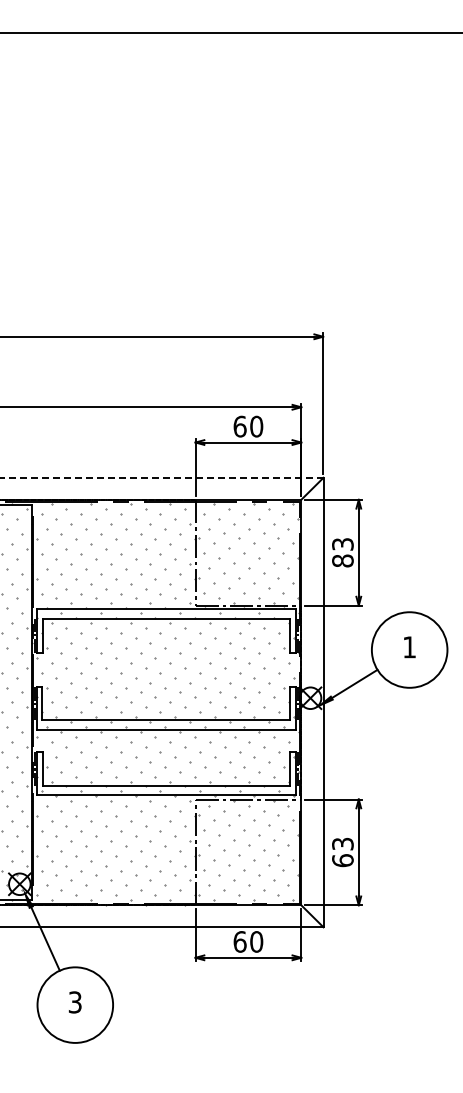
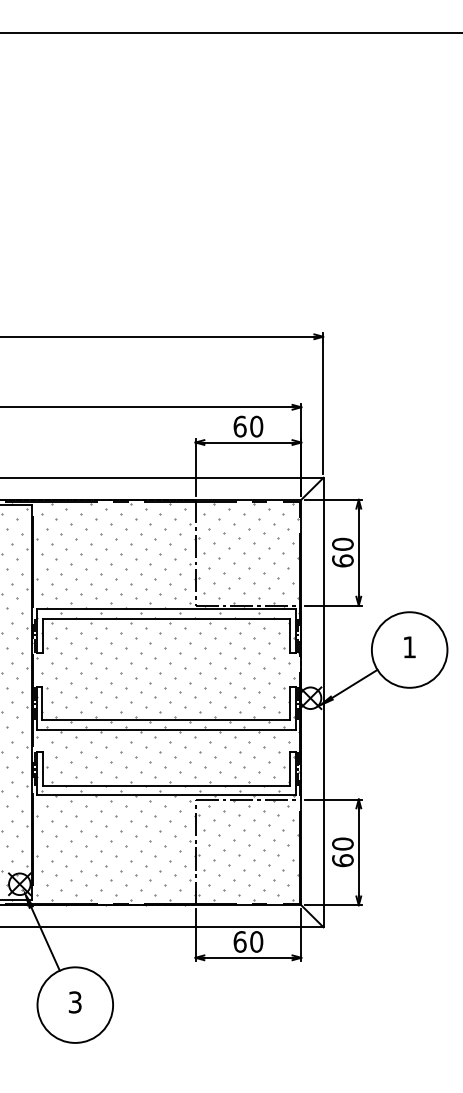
line at (162, 477): dashed -> solid
text at (342, 552): 83 -> 60
text at (342, 843): 63 -> 60
